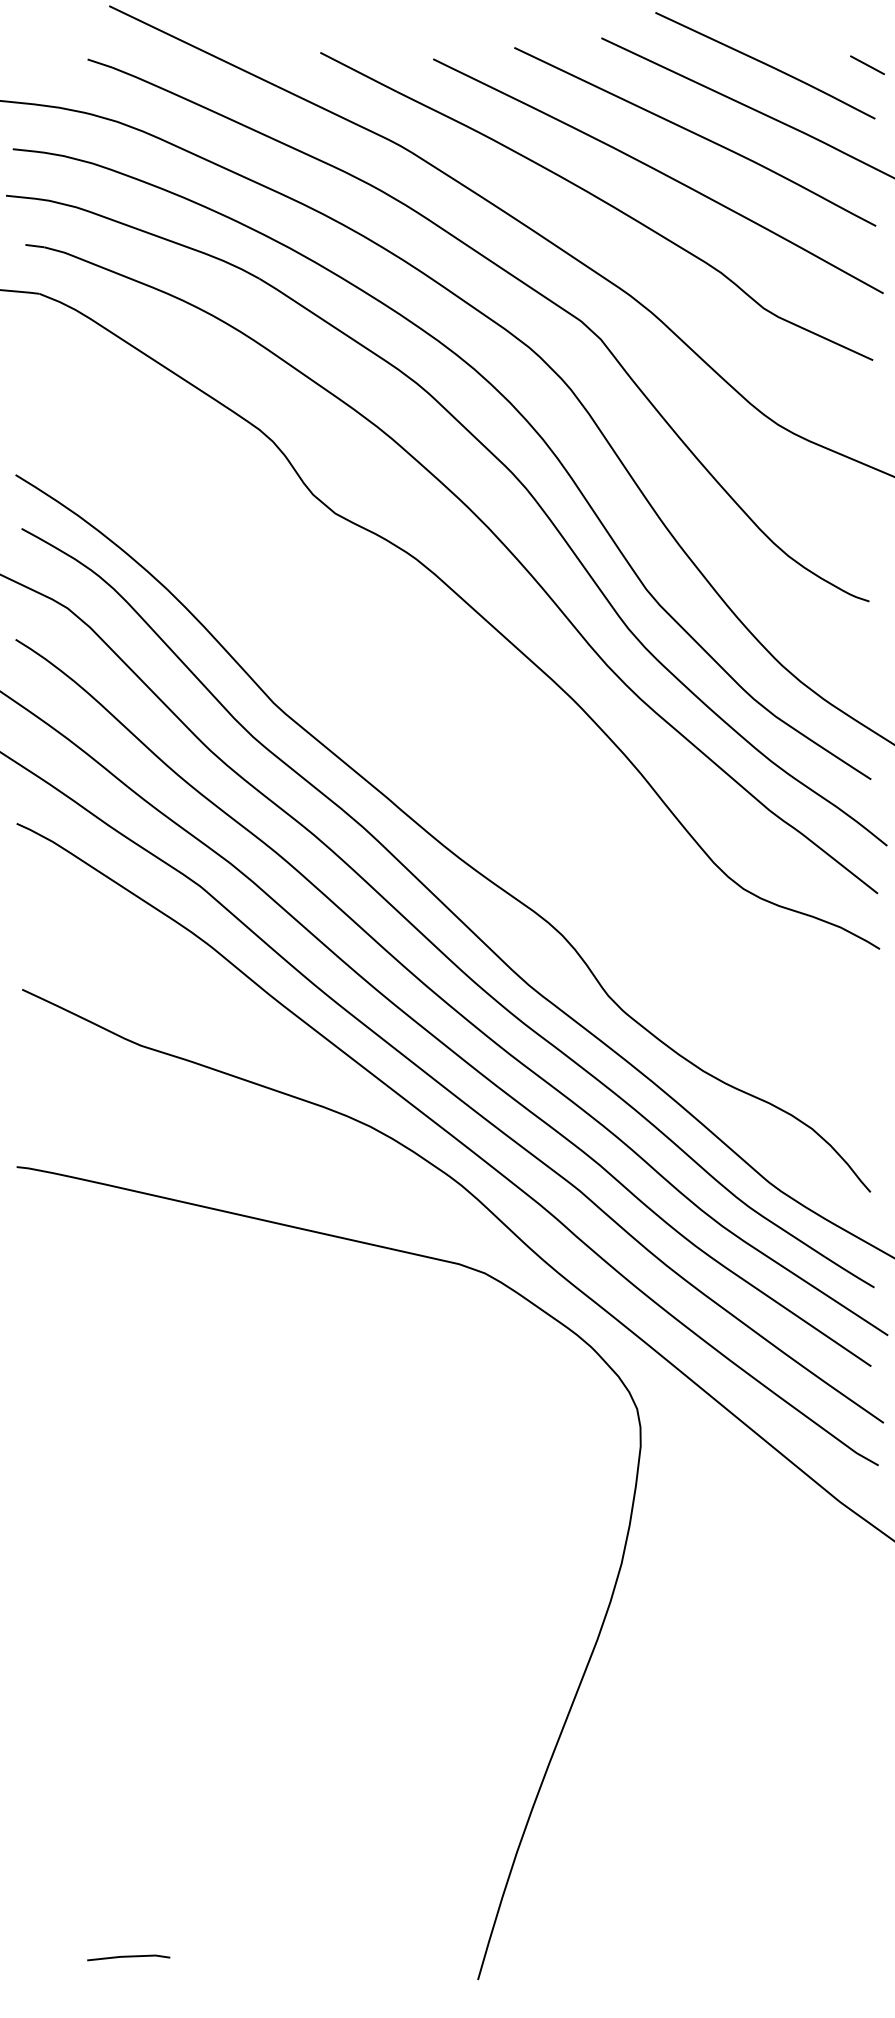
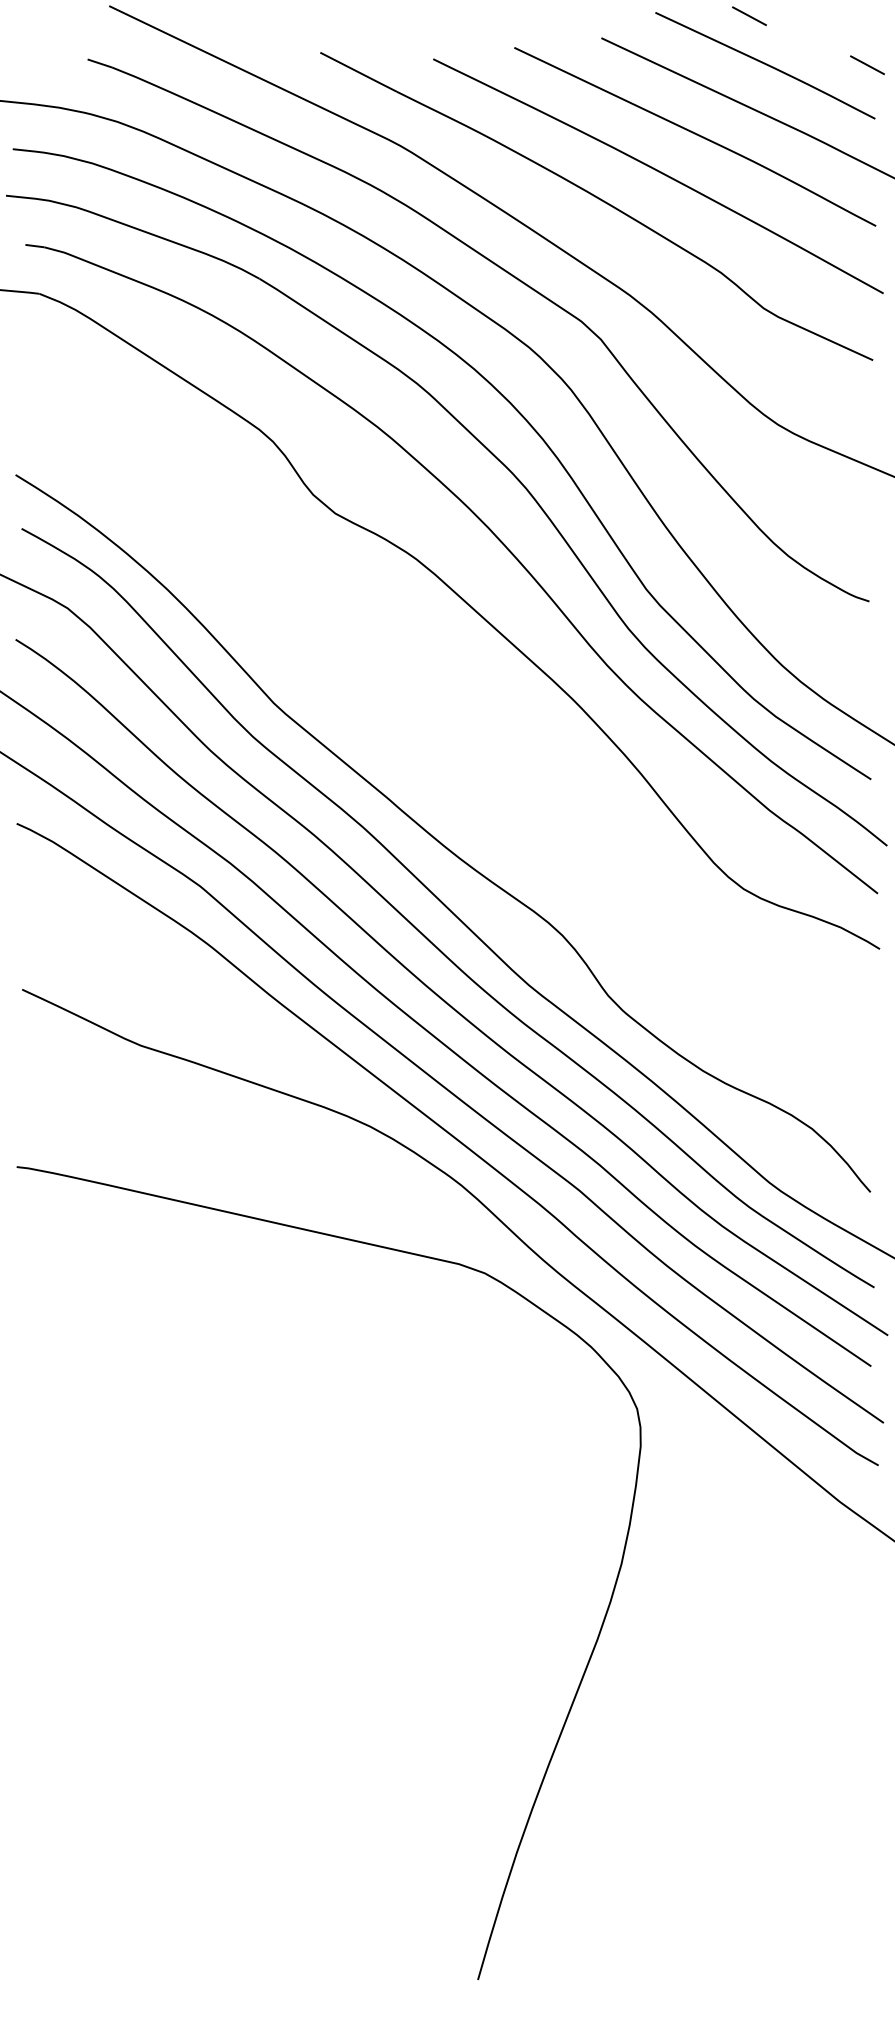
line at (749, 16): none -> present
line at (128, 1957): present -> none
